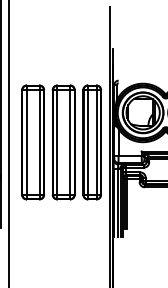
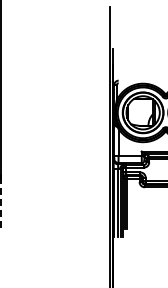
part at (61, 142): present -> none
line at (9, 143): present -> none
line at (1, 203): solid -> dashed
